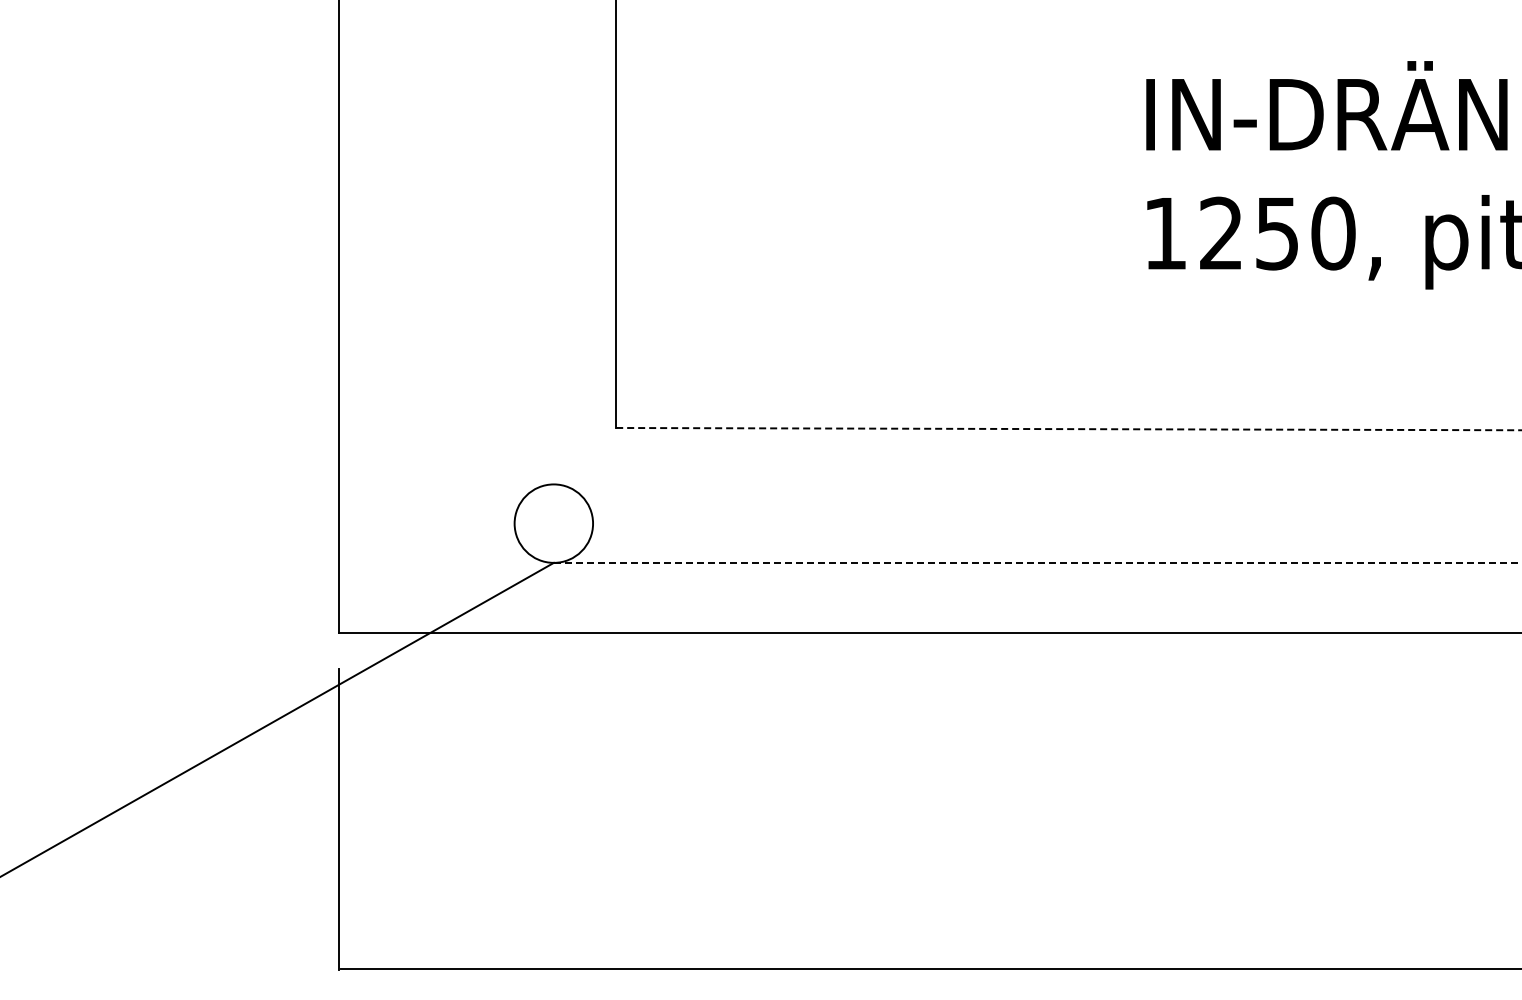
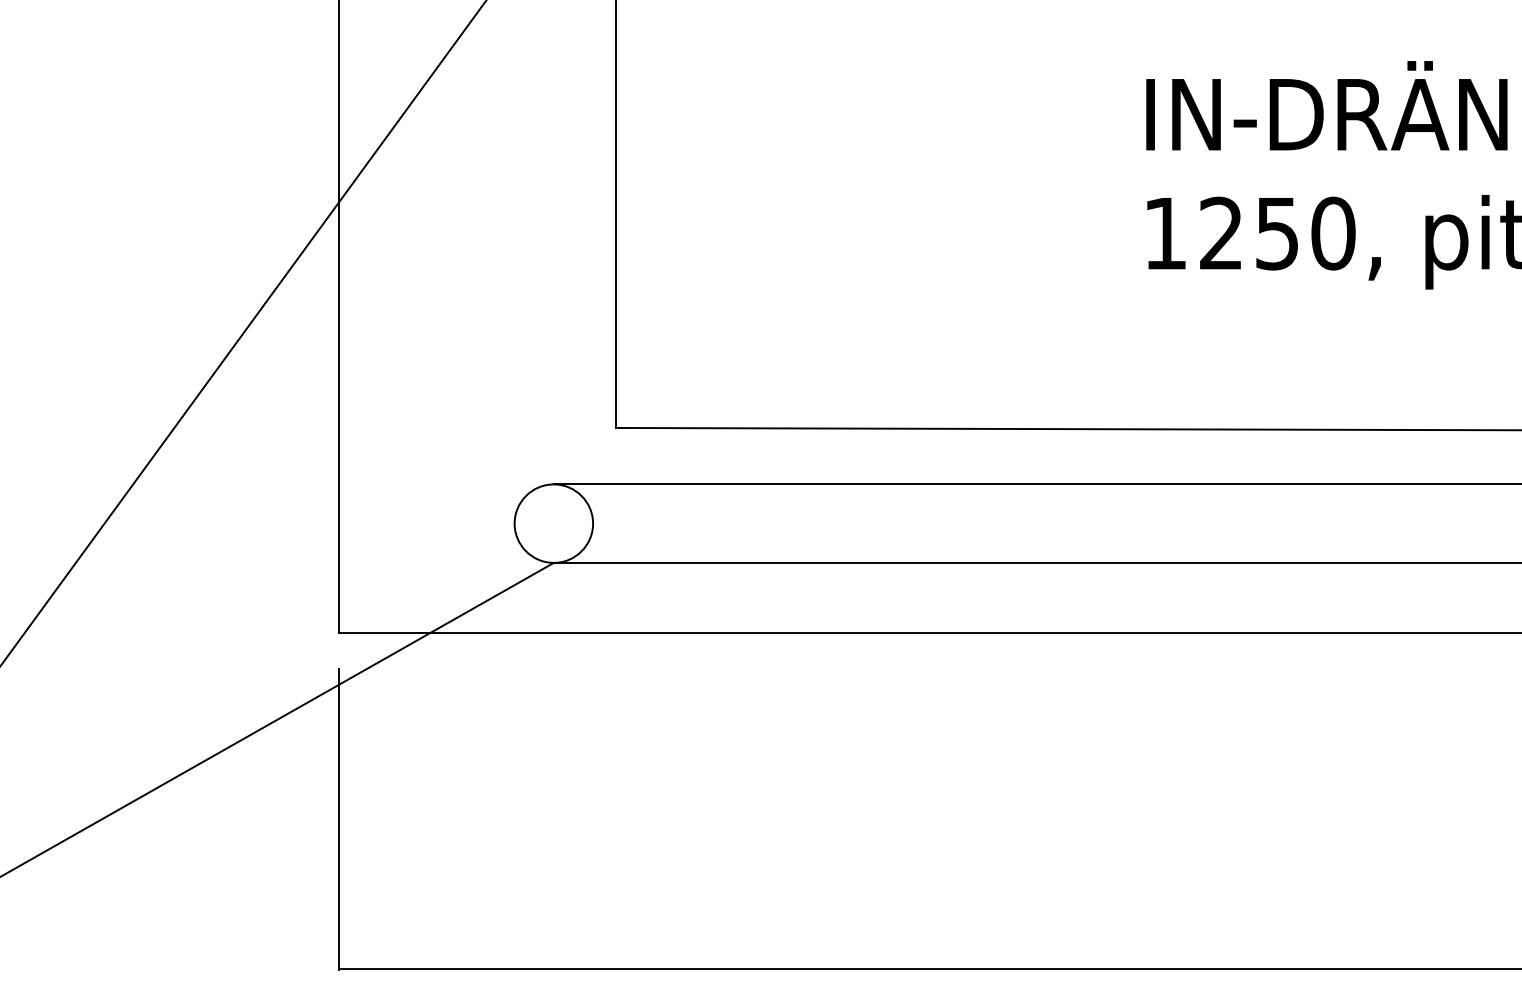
line at (243, 332): none -> present
line at (1069, 429): dashed -> solid
line at (1035, 484): none -> present
line at (1037, 562): dashed -> solid
